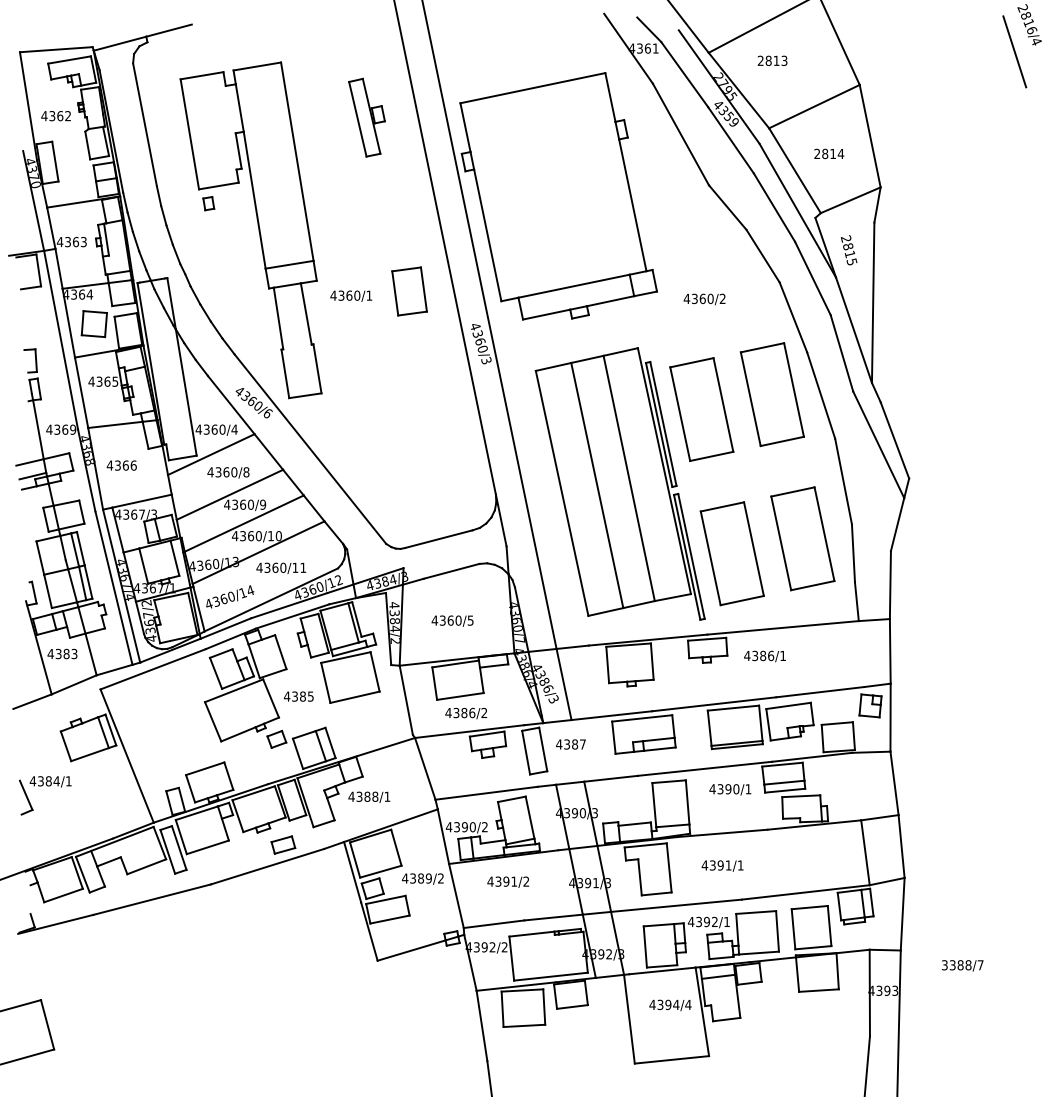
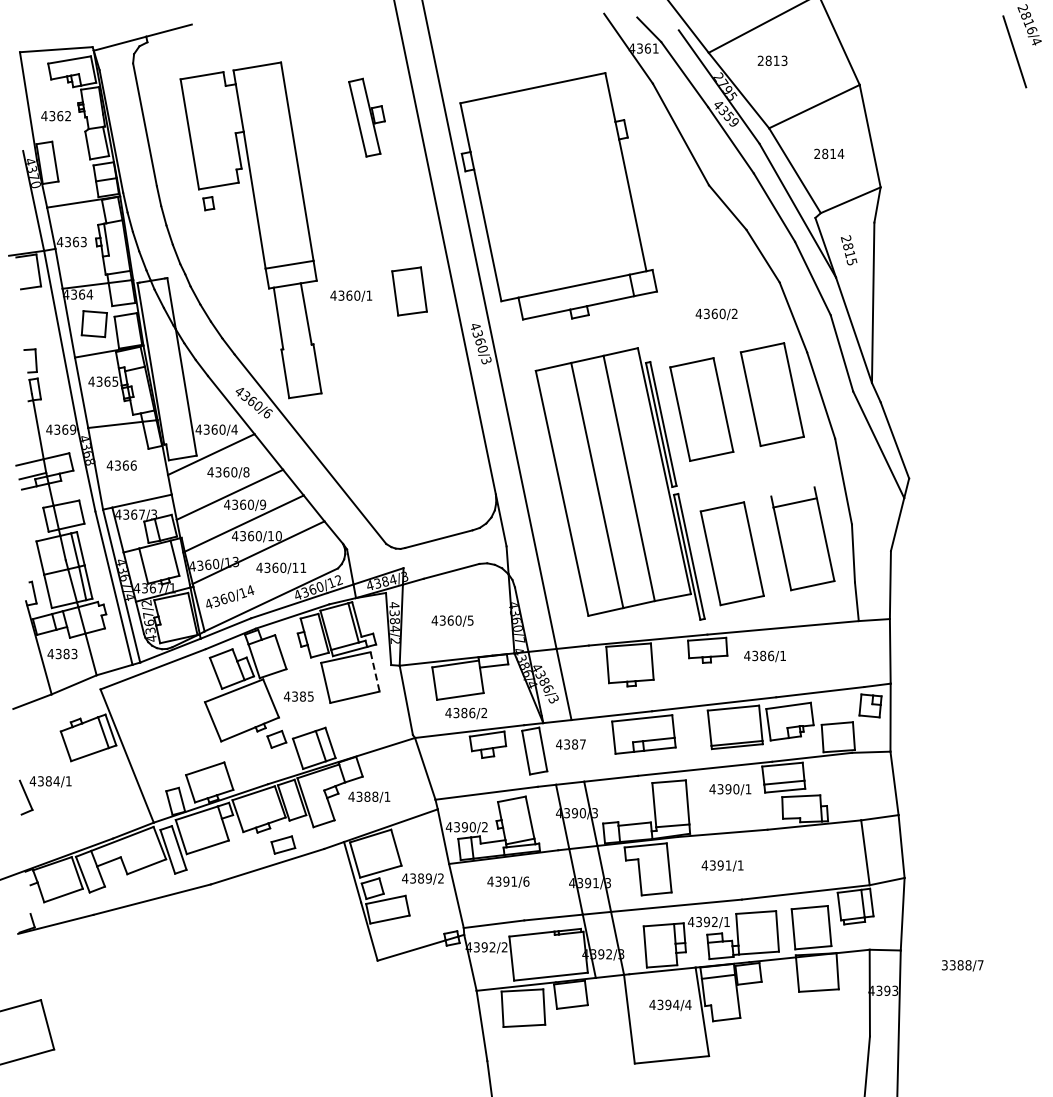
text at (704, 299) position: (704, 299) -> (716, 314)
line at (792, 491) position: (792, 491) -> (794, 502)
line at (375, 672): solid -> dashed
text at (526, 881): 4391/2 -> 4391/6
